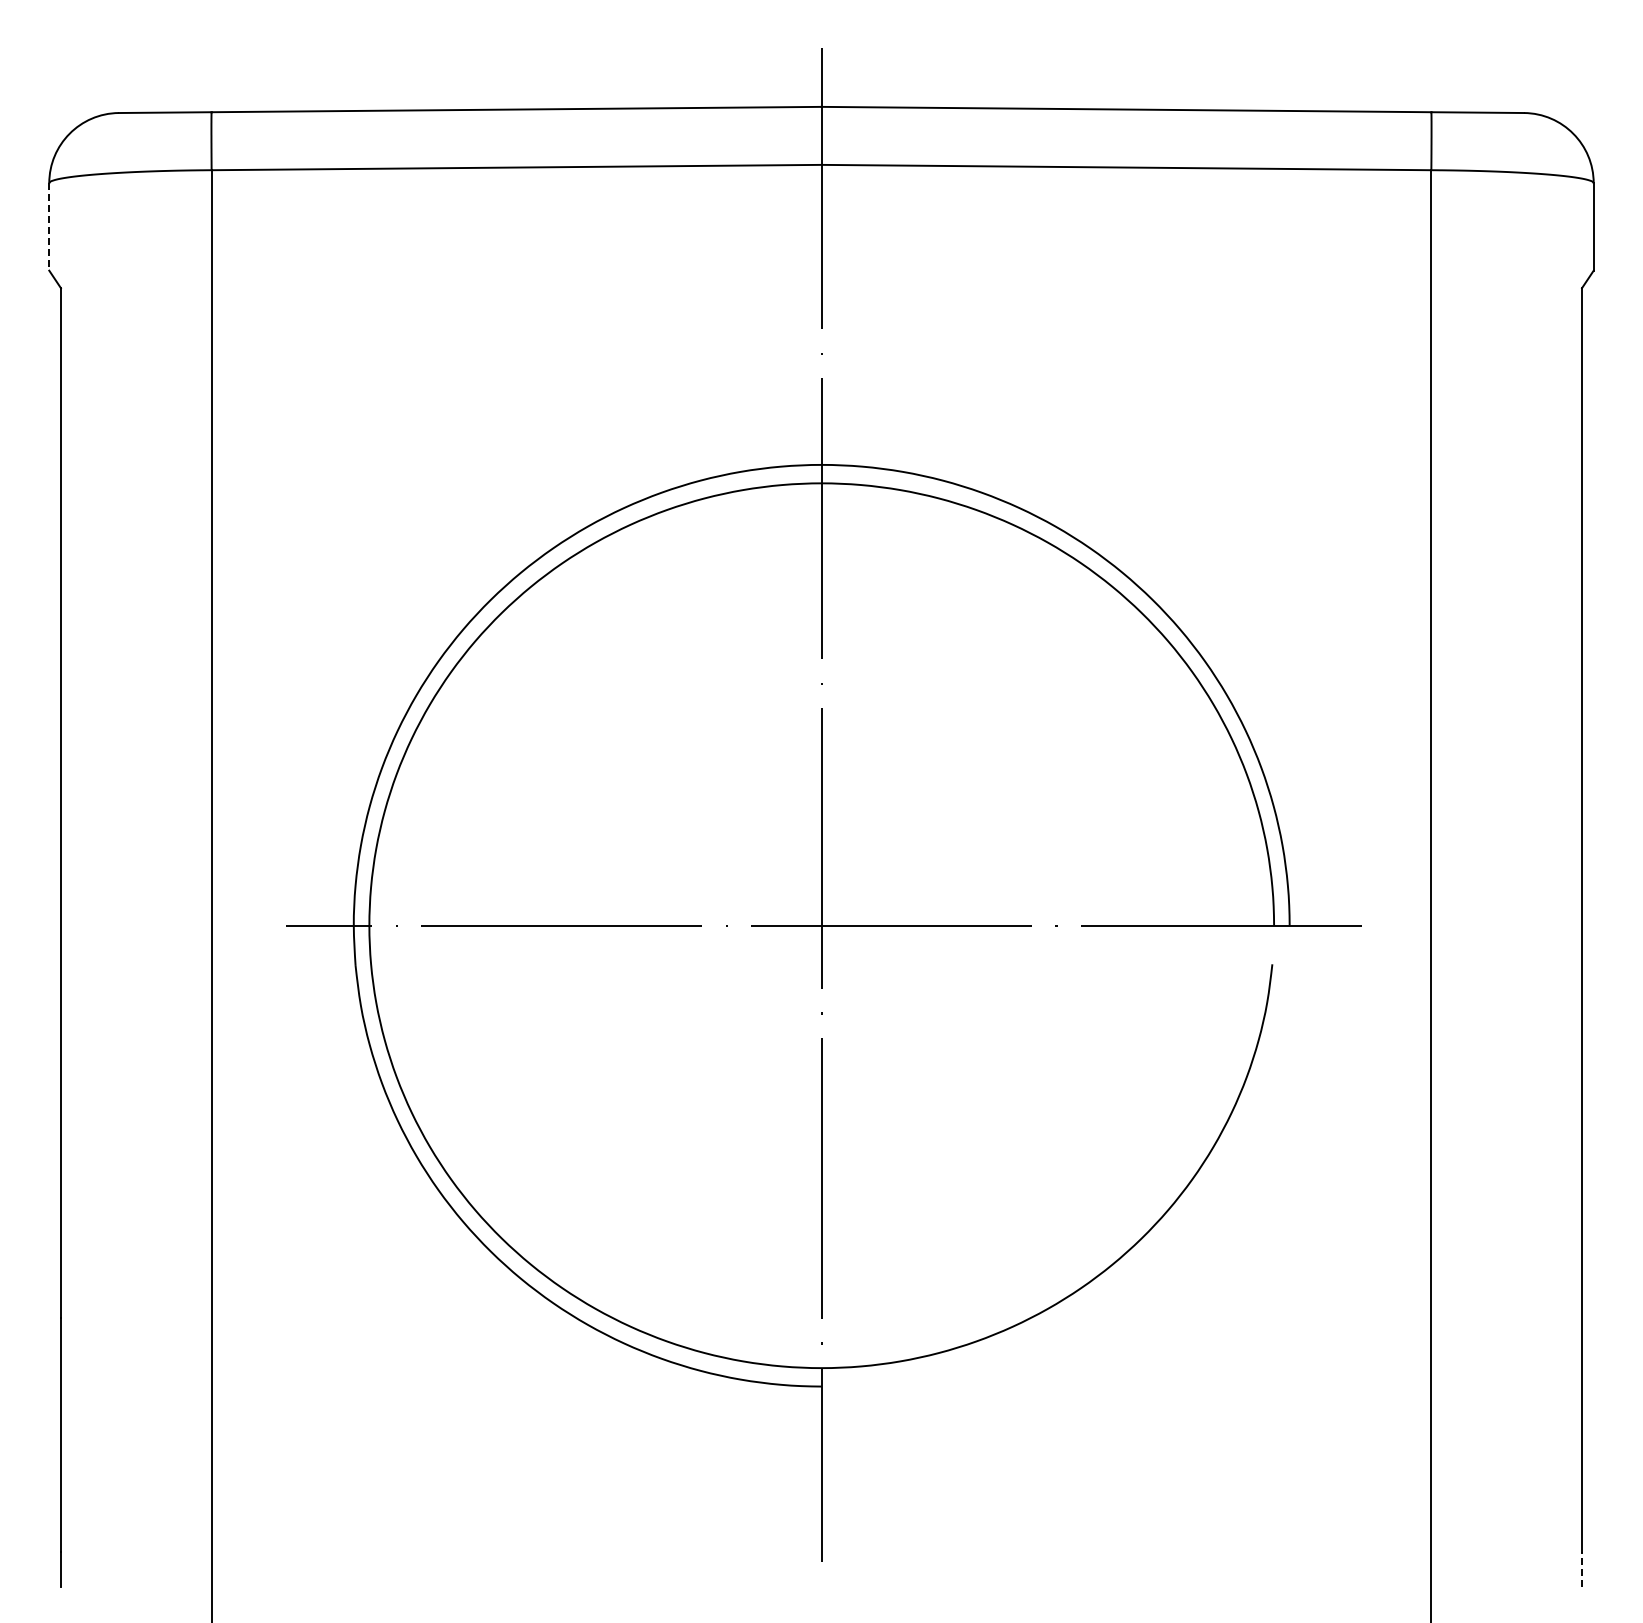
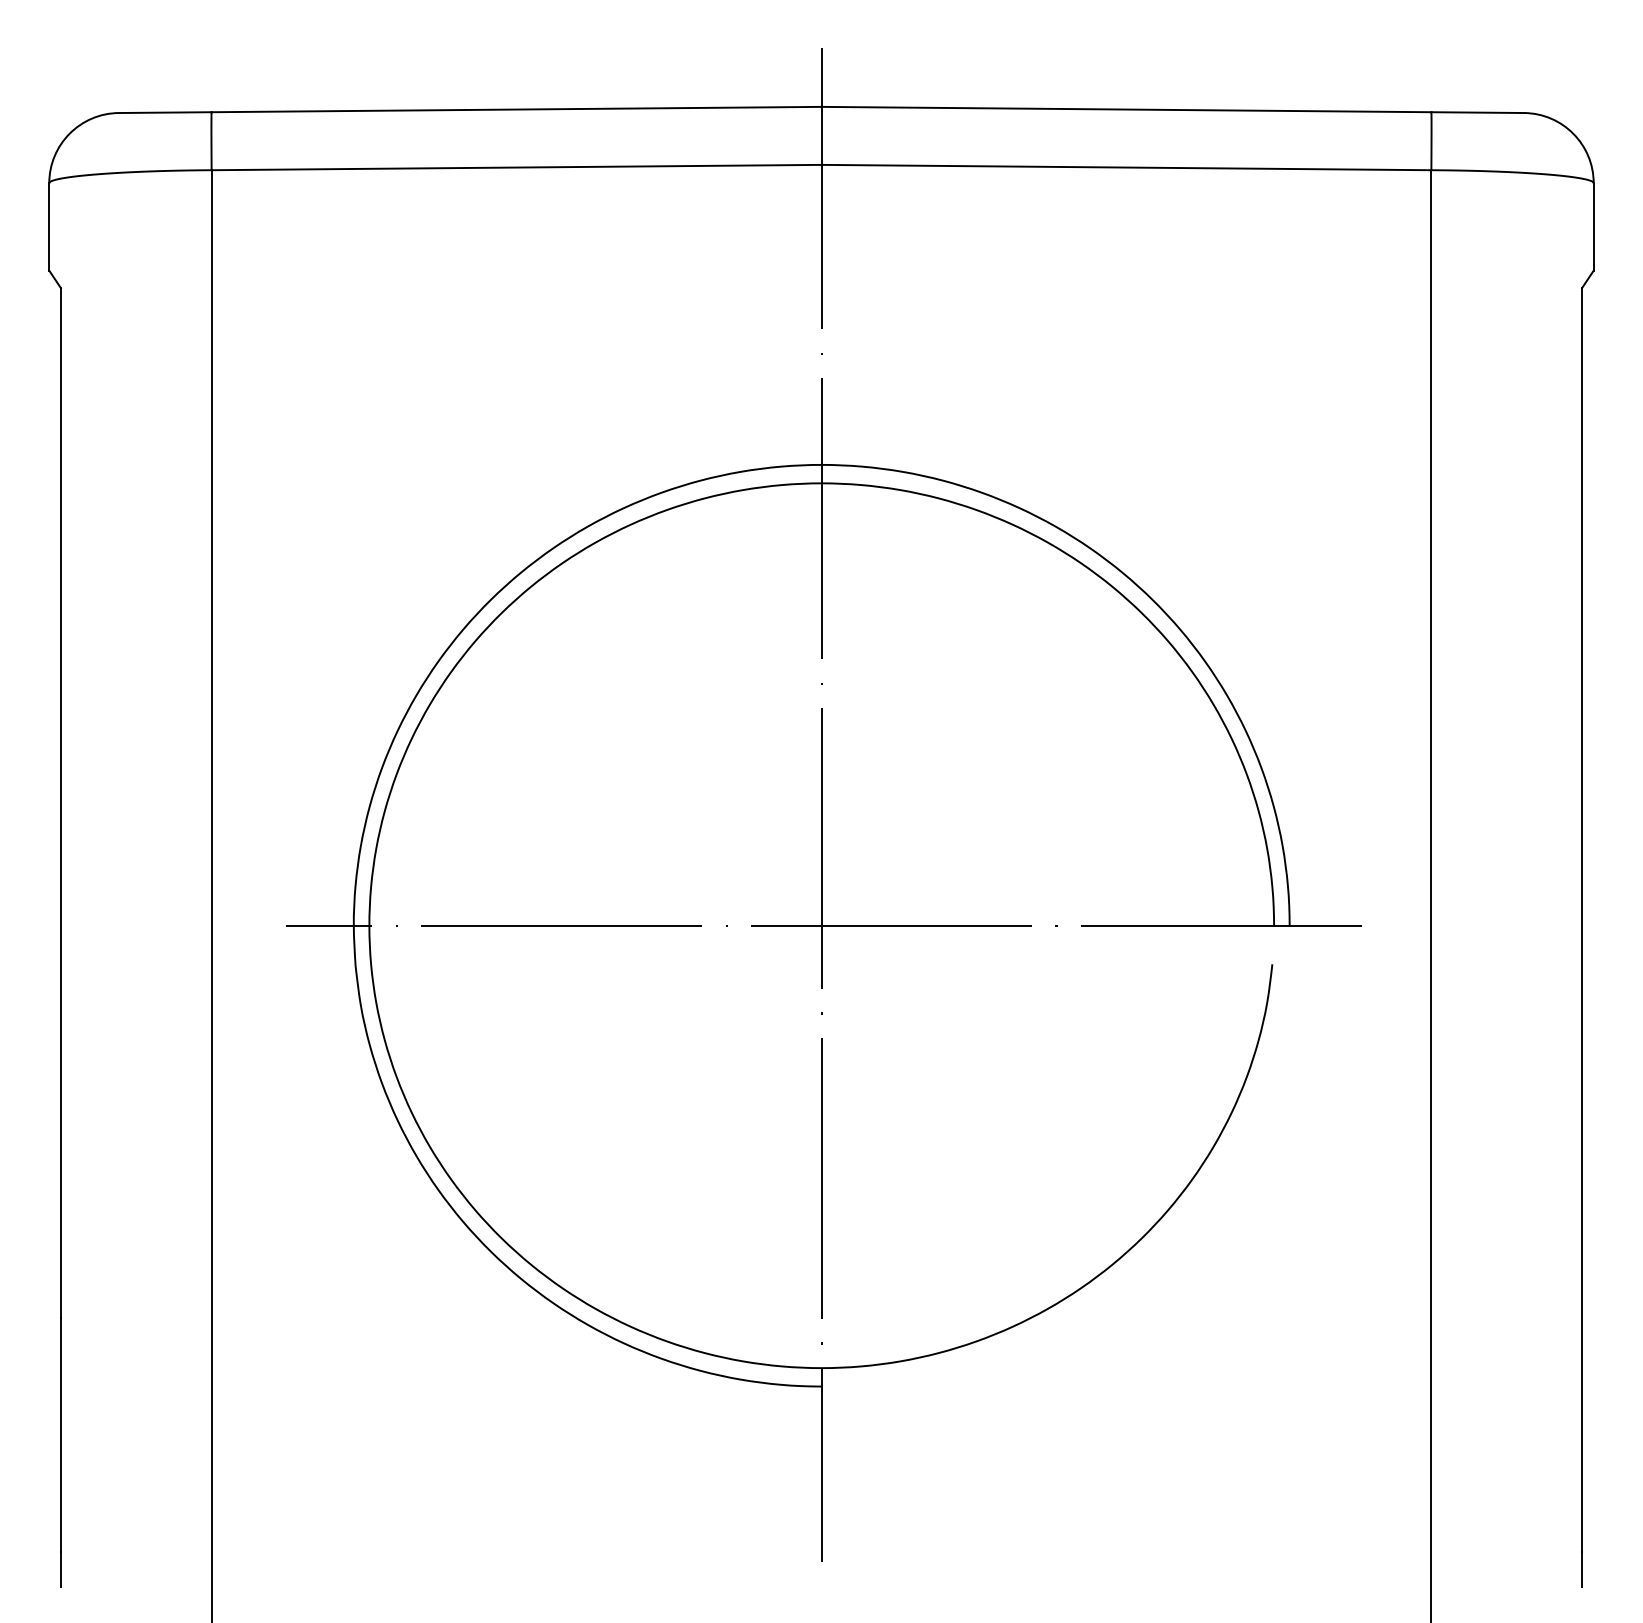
line at (49, 226): dashed -> solid
line at (1582, 1568): dashed -> solid
